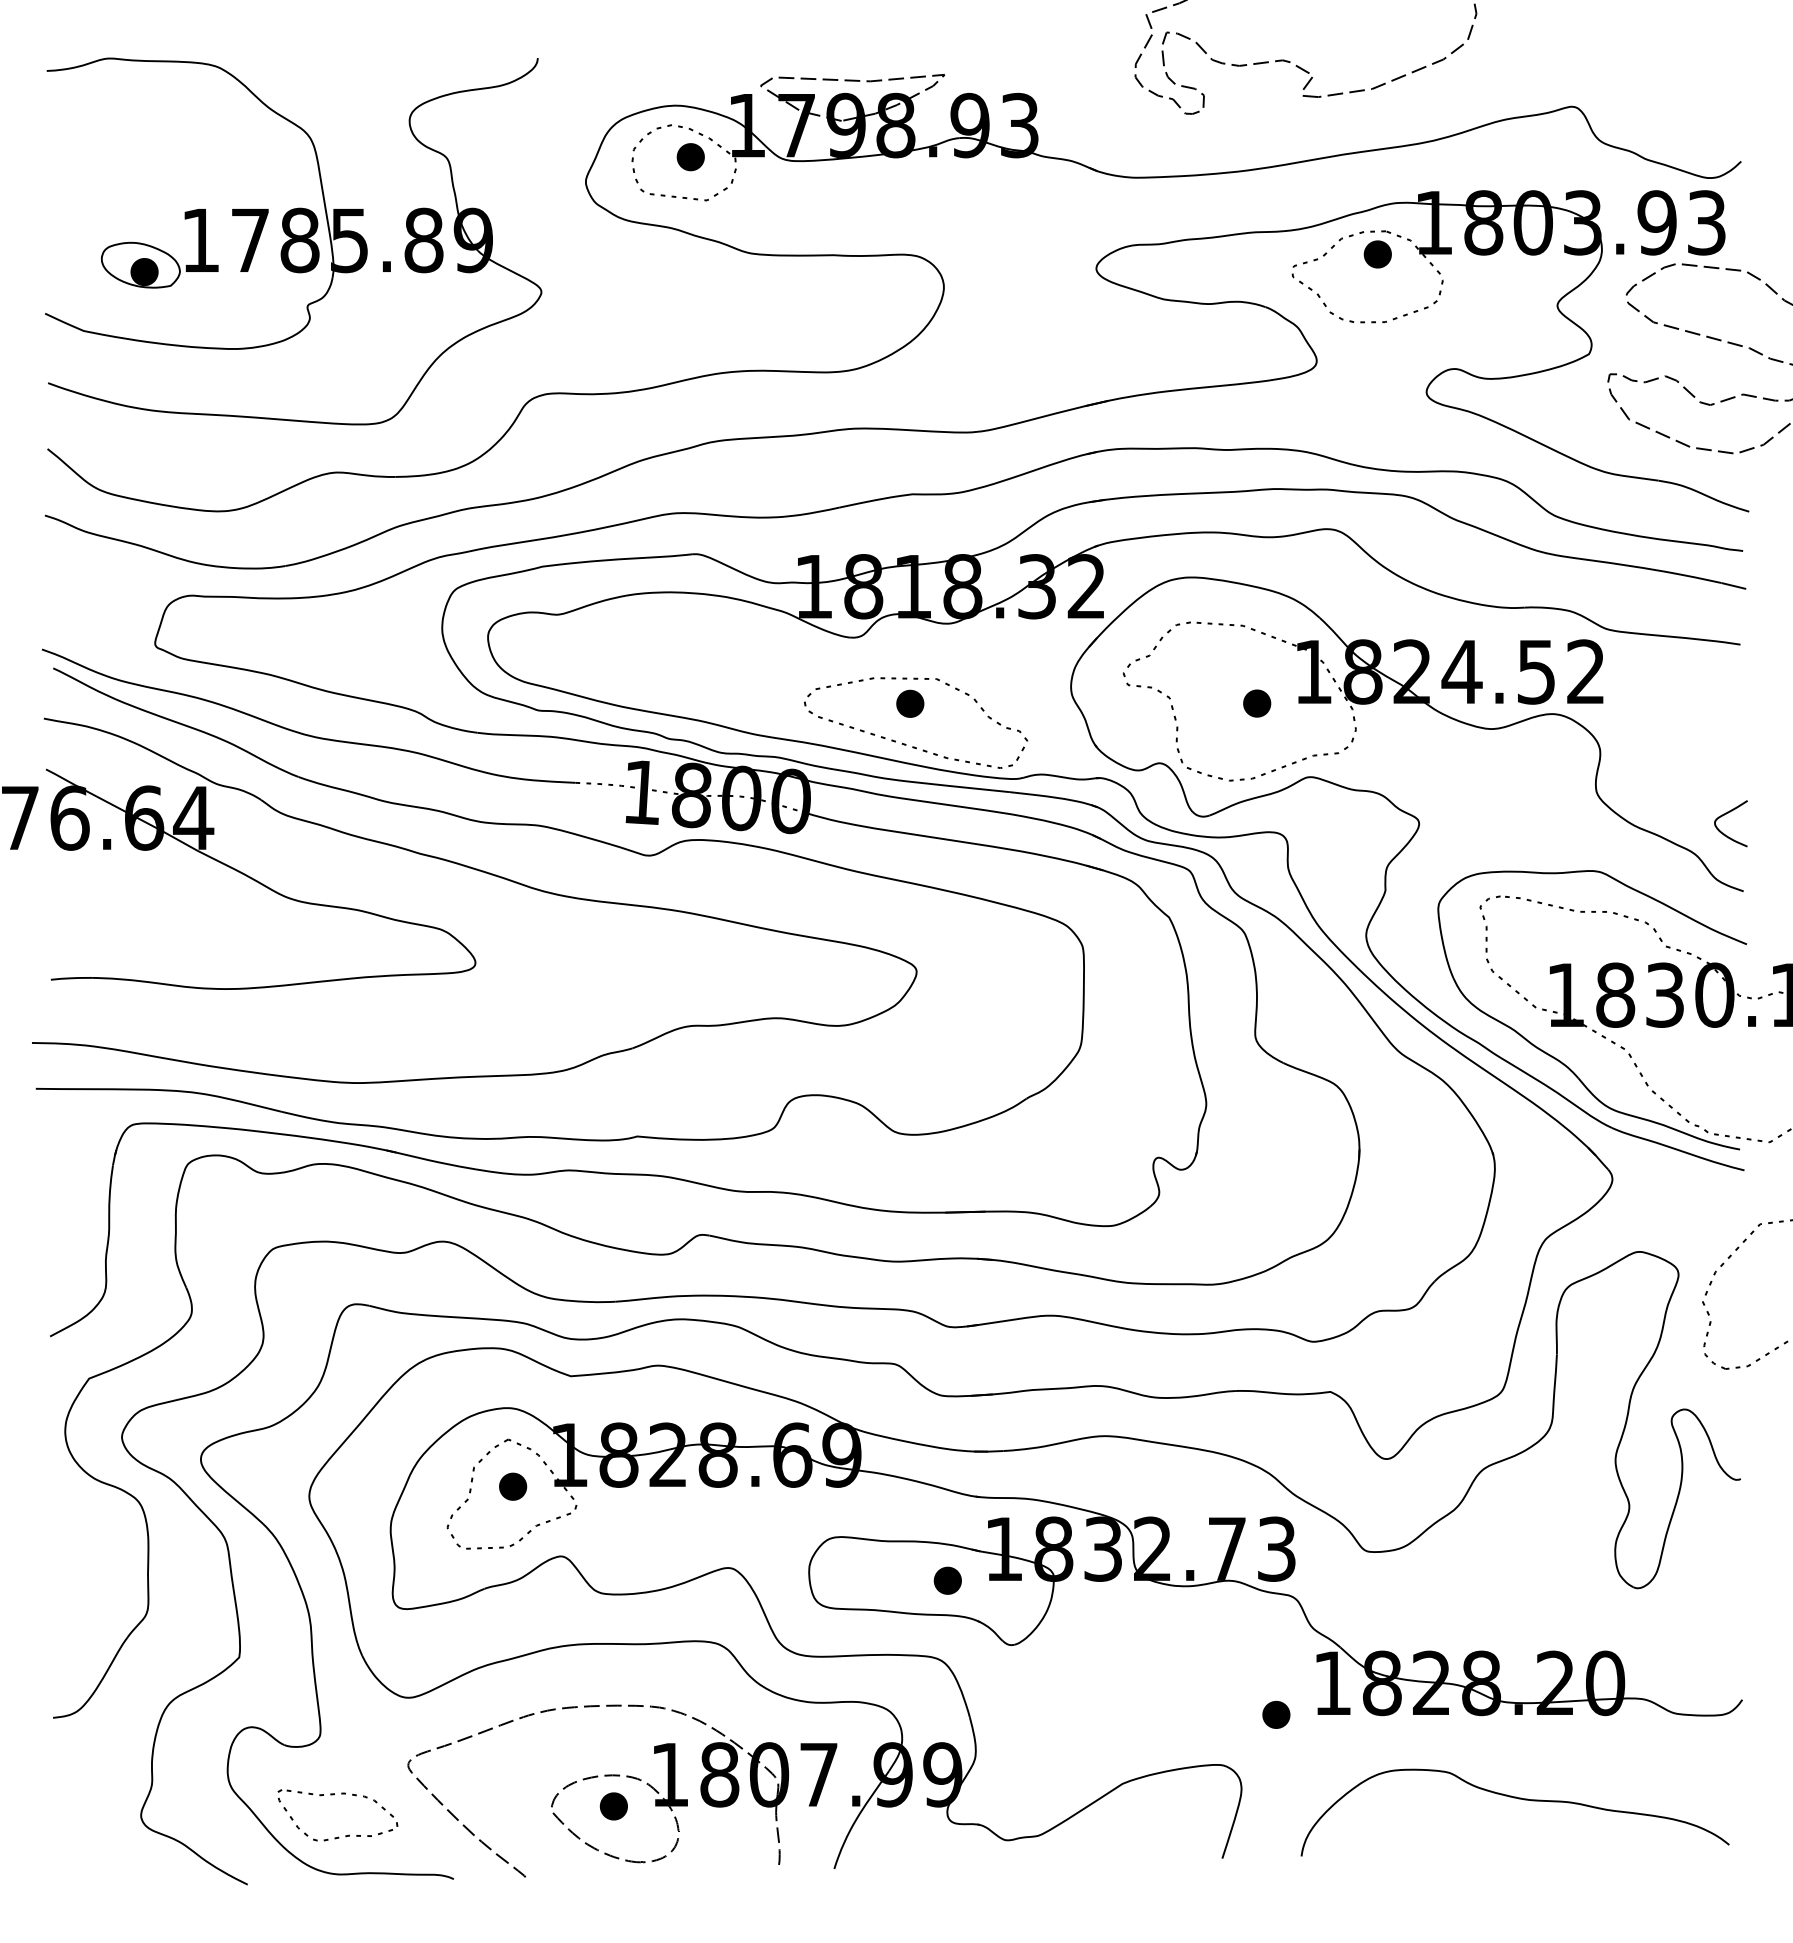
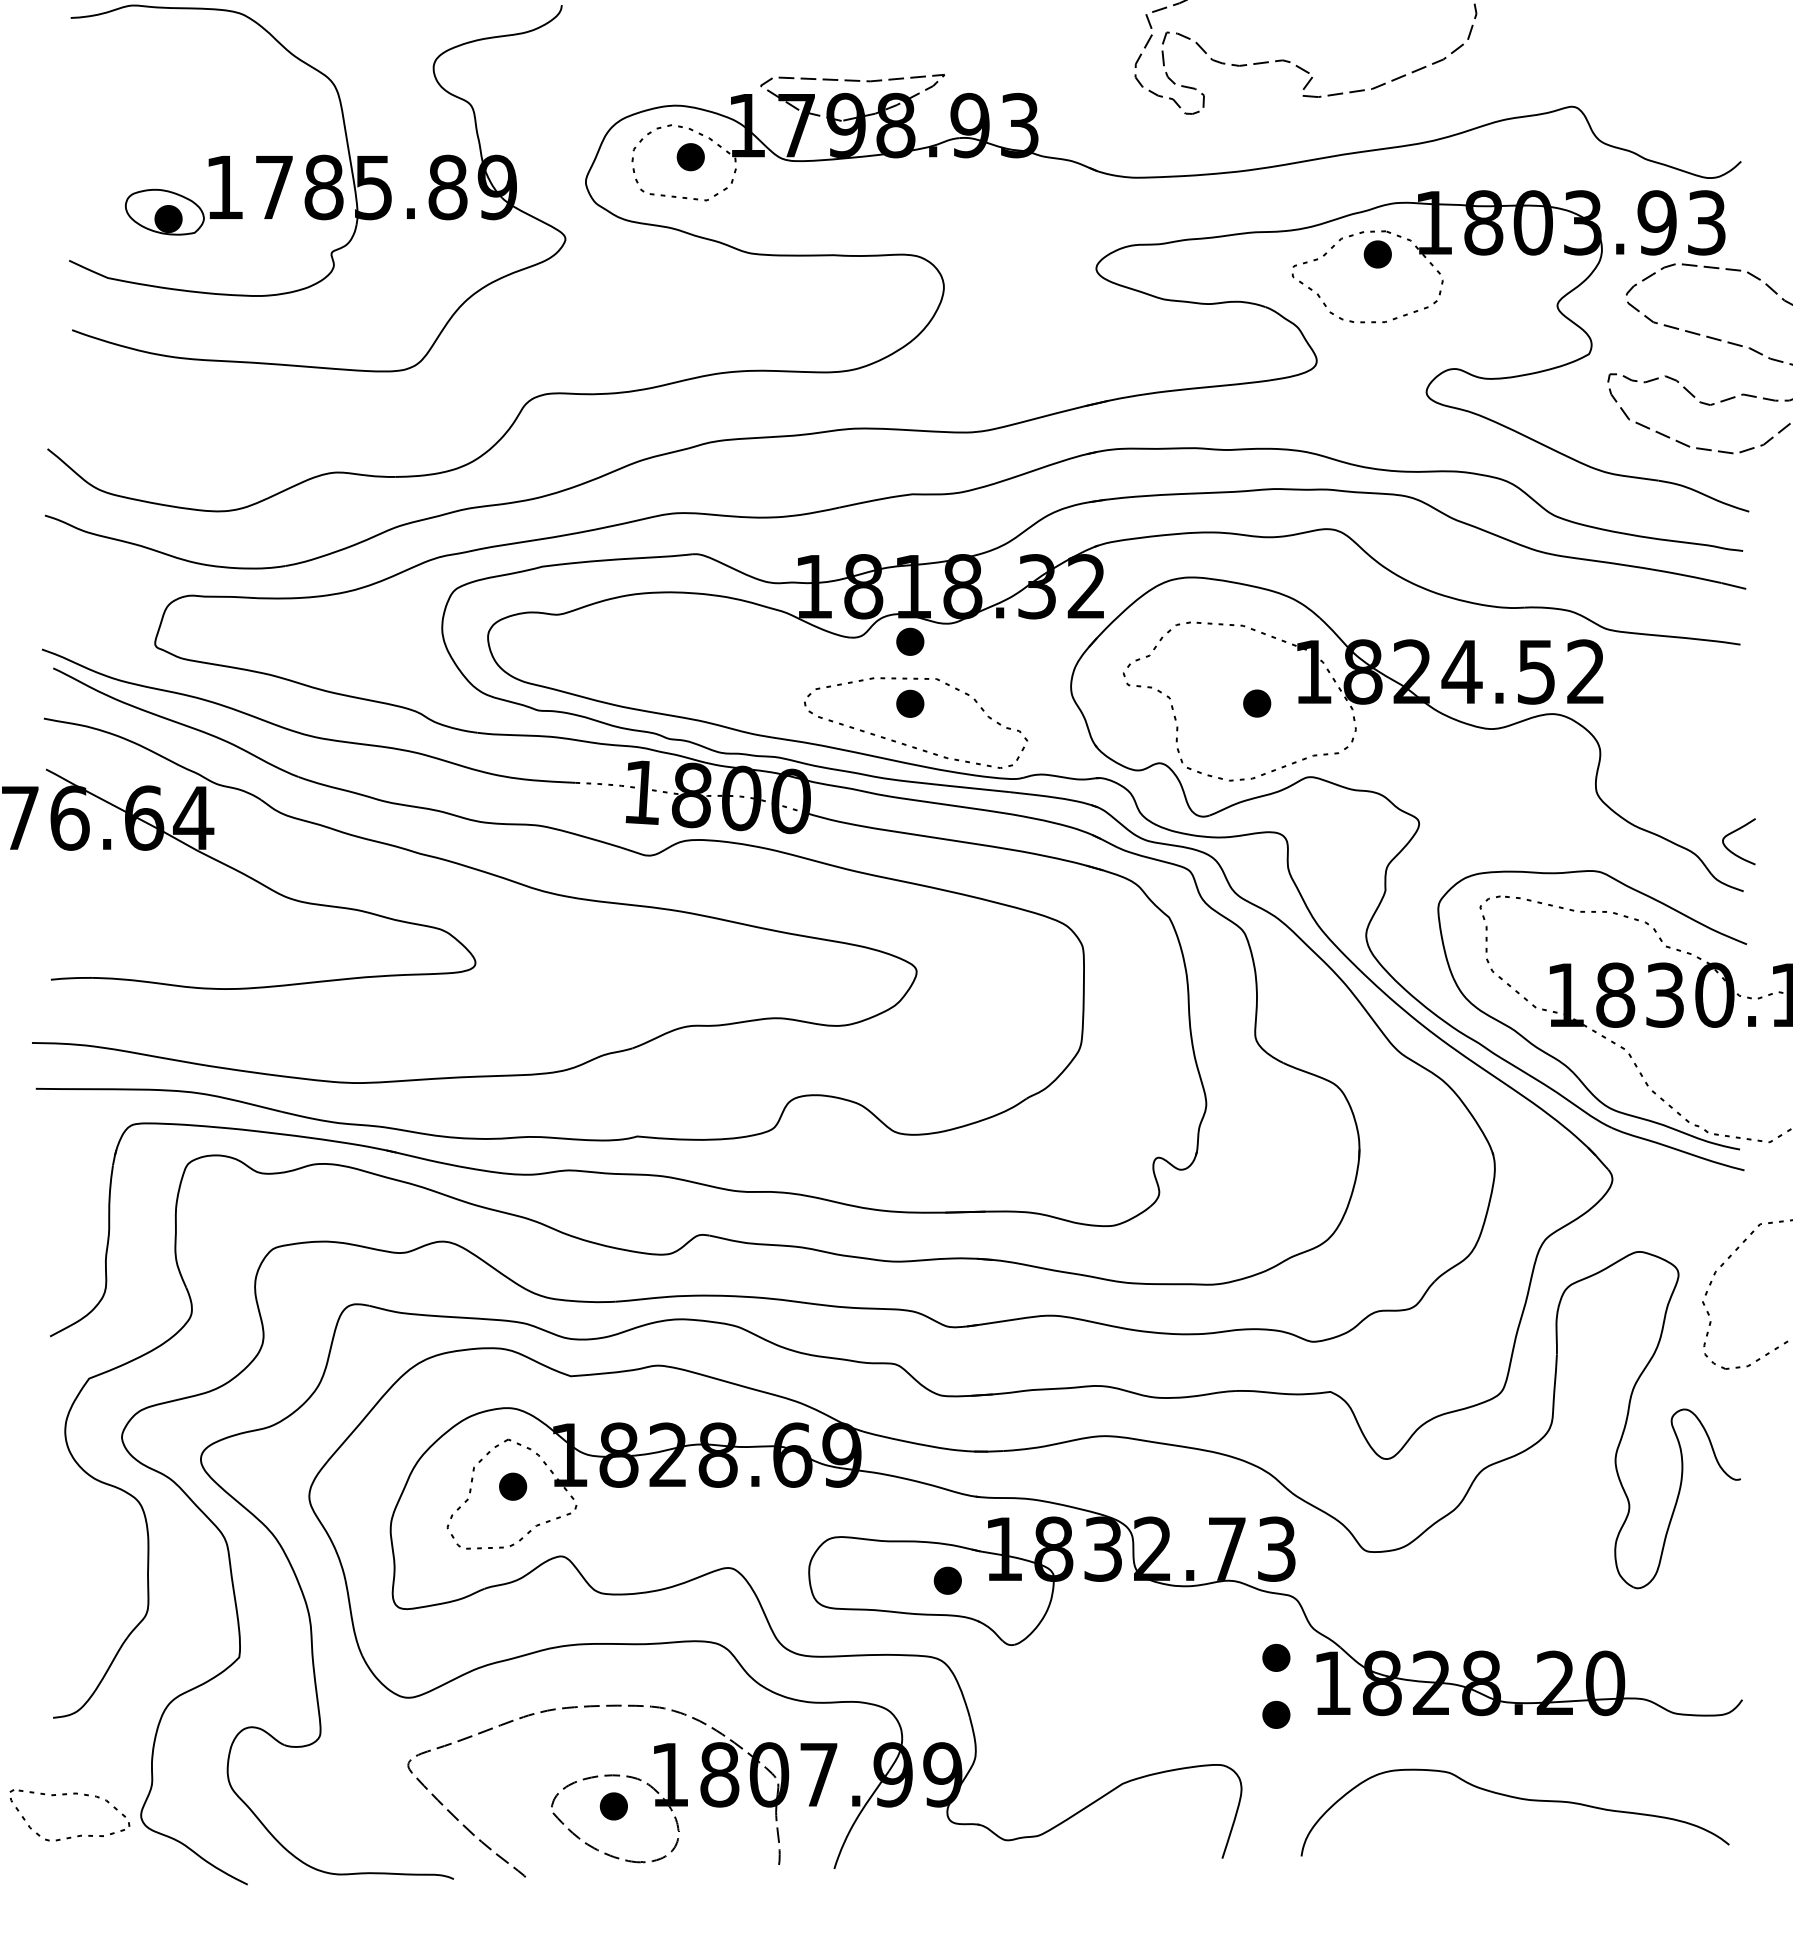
part at (293, 241) position: (293, 241) -> (317, 188)
part at (910, 641): none -> present
curve at (1726, 814) position: (1726, 814) -> (1734, 832)
part at (1276, 1657): none -> present
part at (334, 1795) position: (334, 1795) -> (66, 1795)
